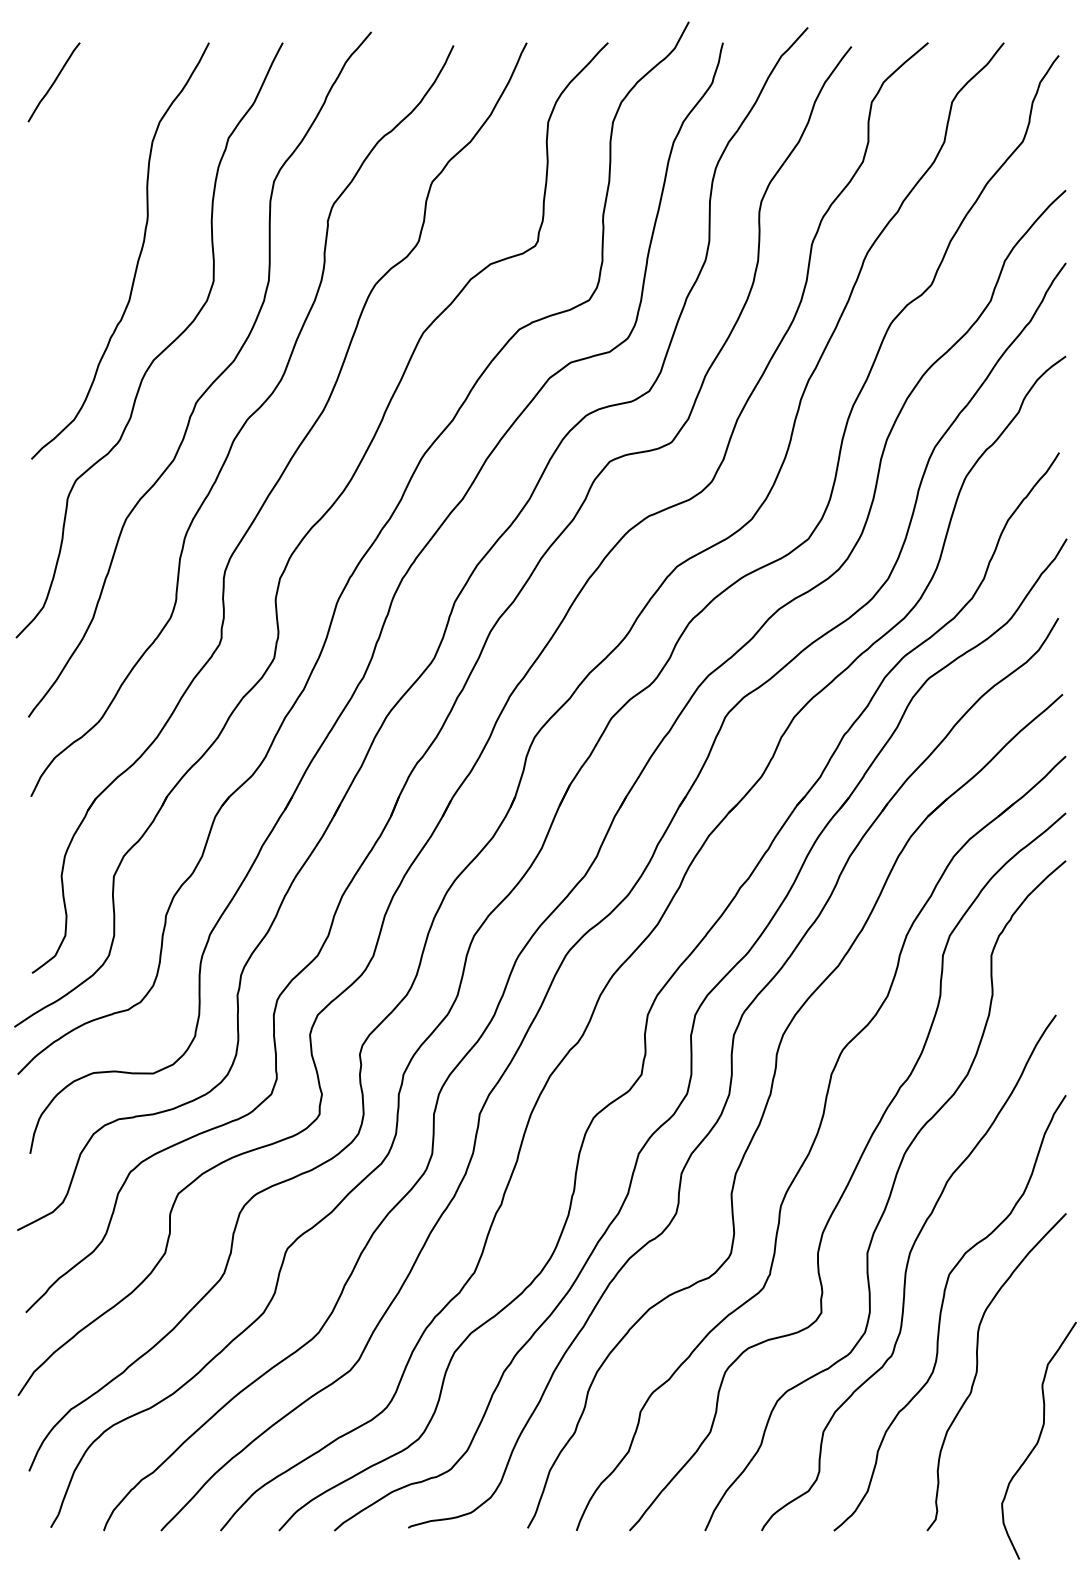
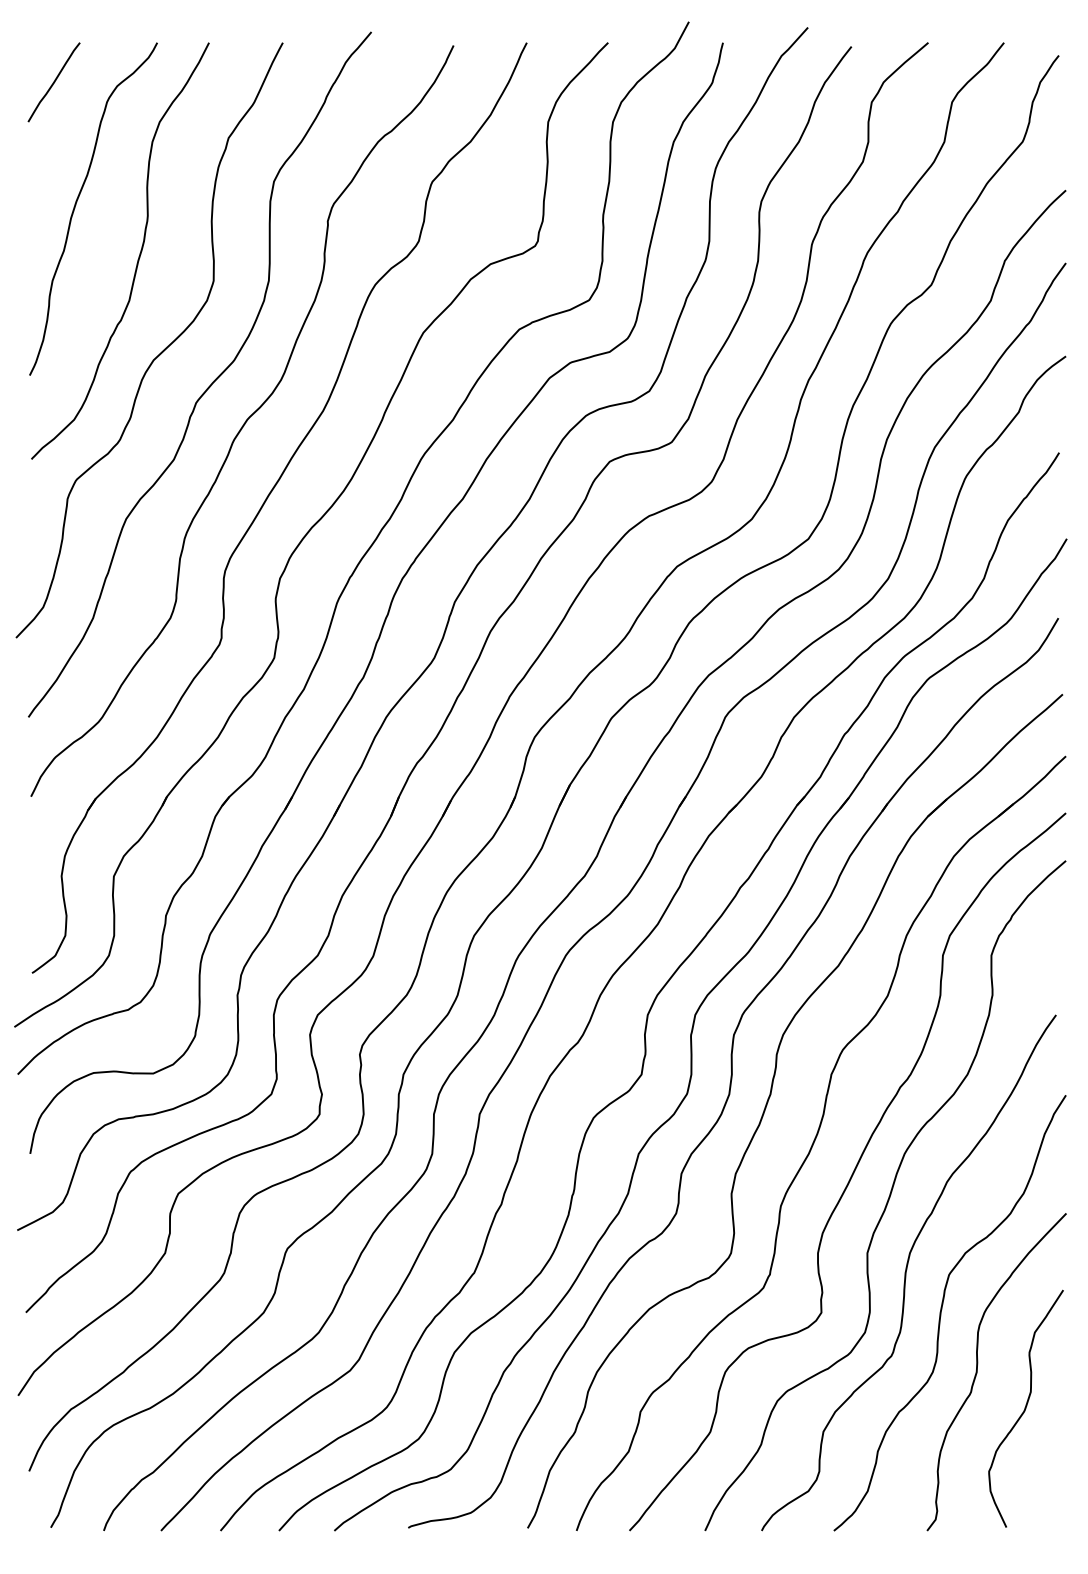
curve at (77, 202): none -> present
curve at (1038, 1440) position: (1038, 1440) -> (1025, 1408)
